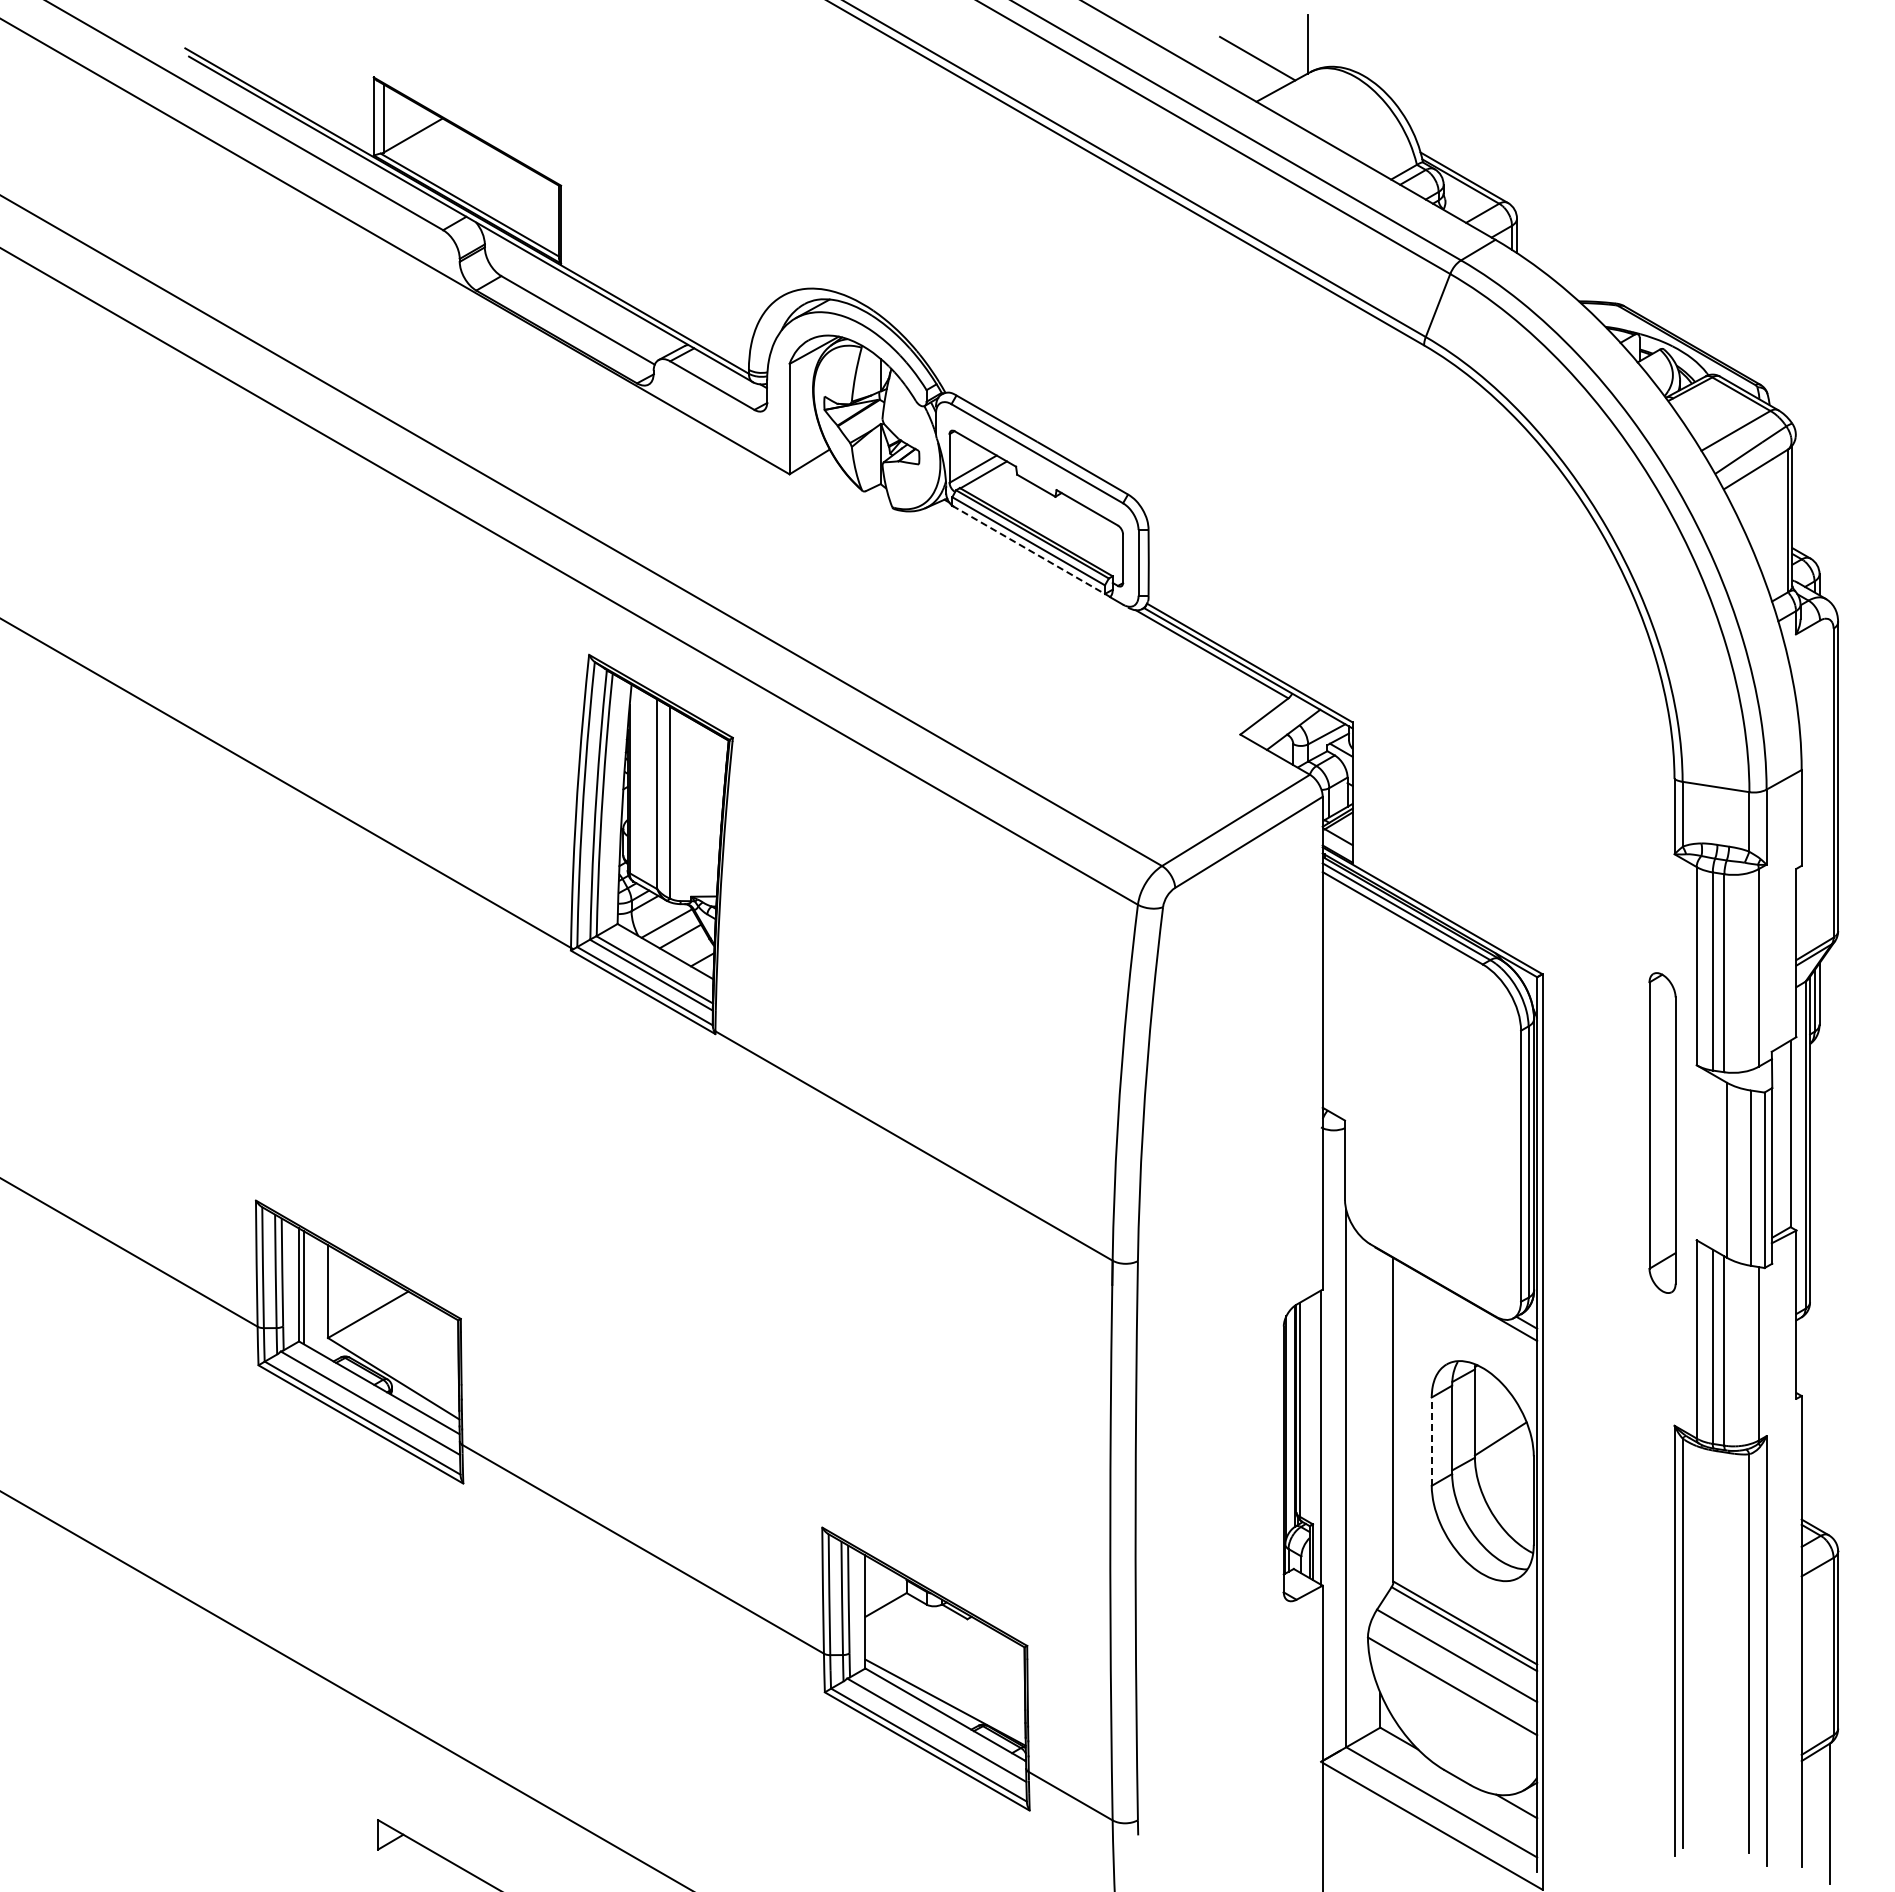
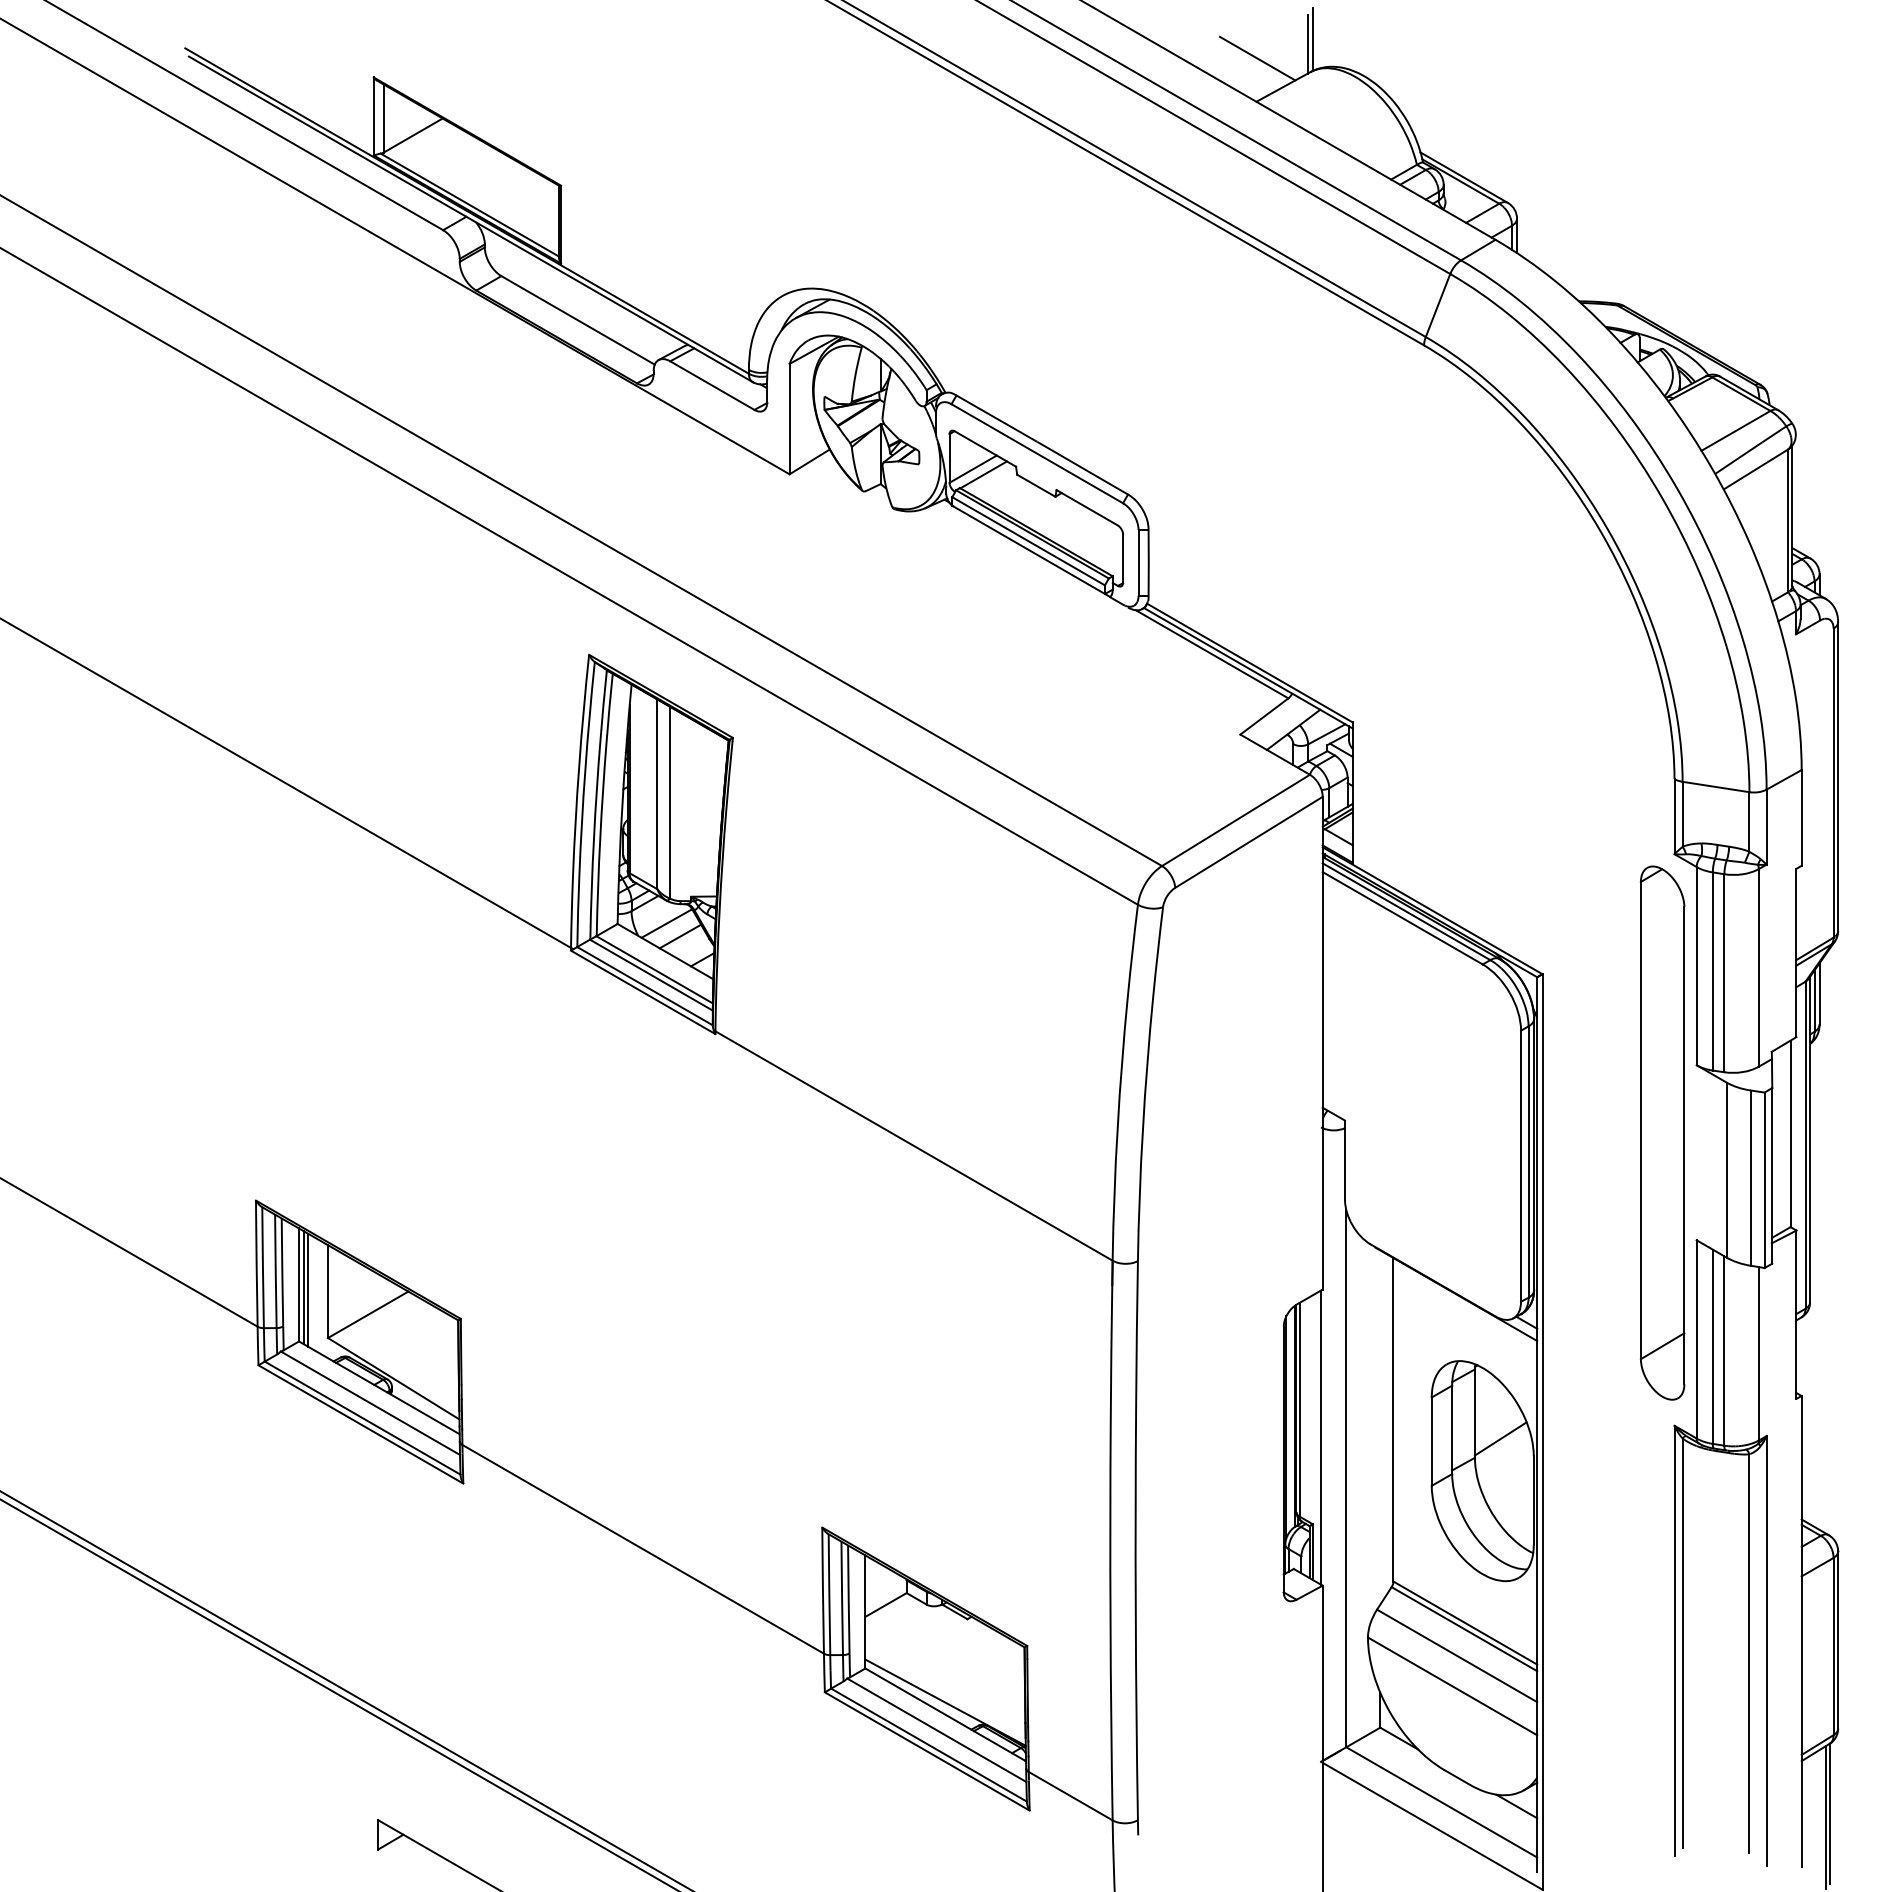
line at (1313, 39): none -> present
line at (1029, 550): dashed -> solid
part at (1662, 1132) size: 29x322 px -> 47x536 px
line at (308, 1289): none -> present
line at (1431, 1441): dashed -> solid
line at (338, 1694): none -> present
line at (1825, 1817): none -> present
